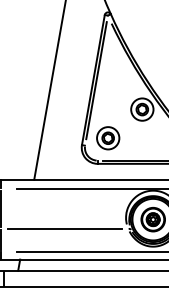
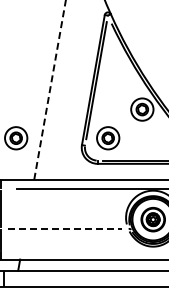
line at (50, 90): solid -> dashed
part at (16, 138): none -> present
line at (65, 229): solid -> dashed
line at (90, 251): present -> none
